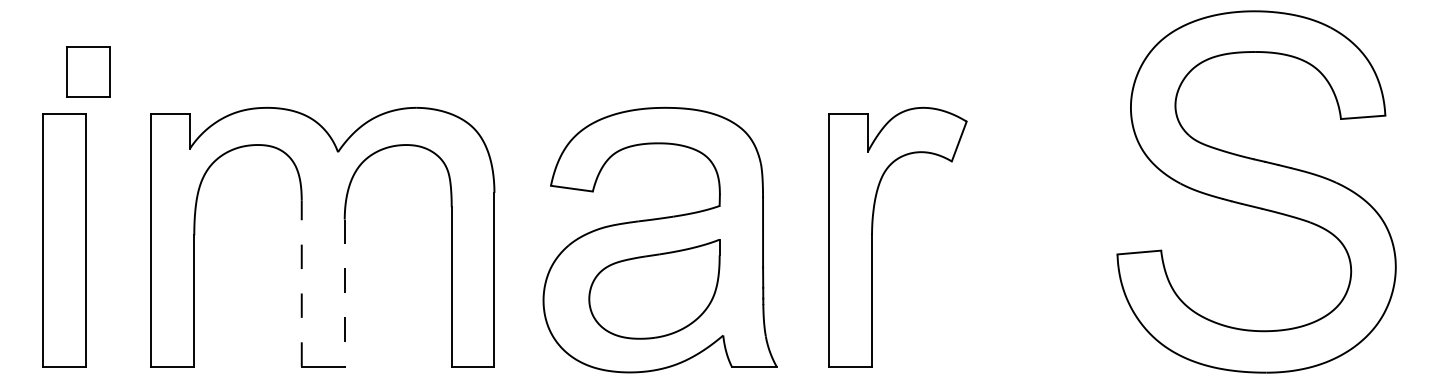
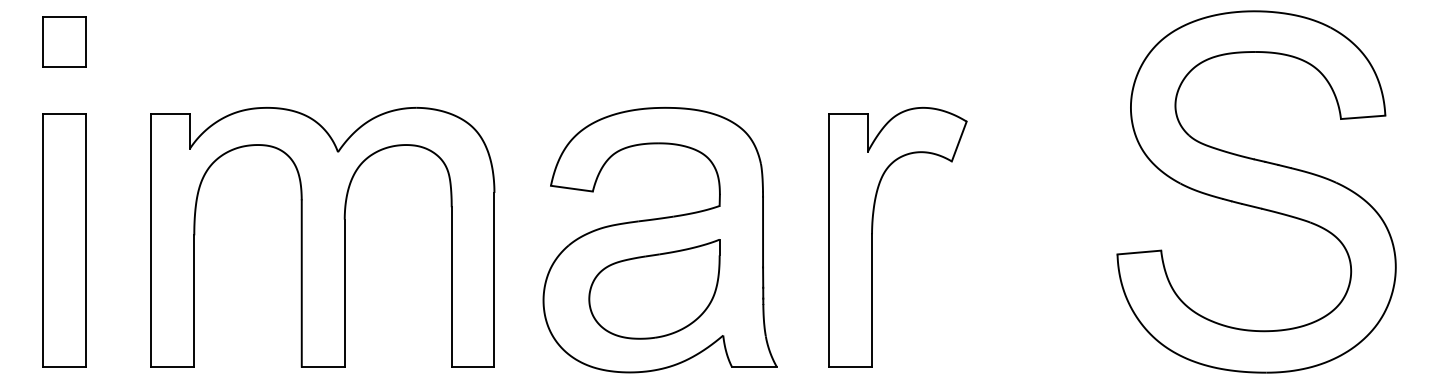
part at (88, 71) position: (88, 71) -> (64, 41)
line at (301, 283): dashed -> solid
line at (344, 293): dashed -> solid
